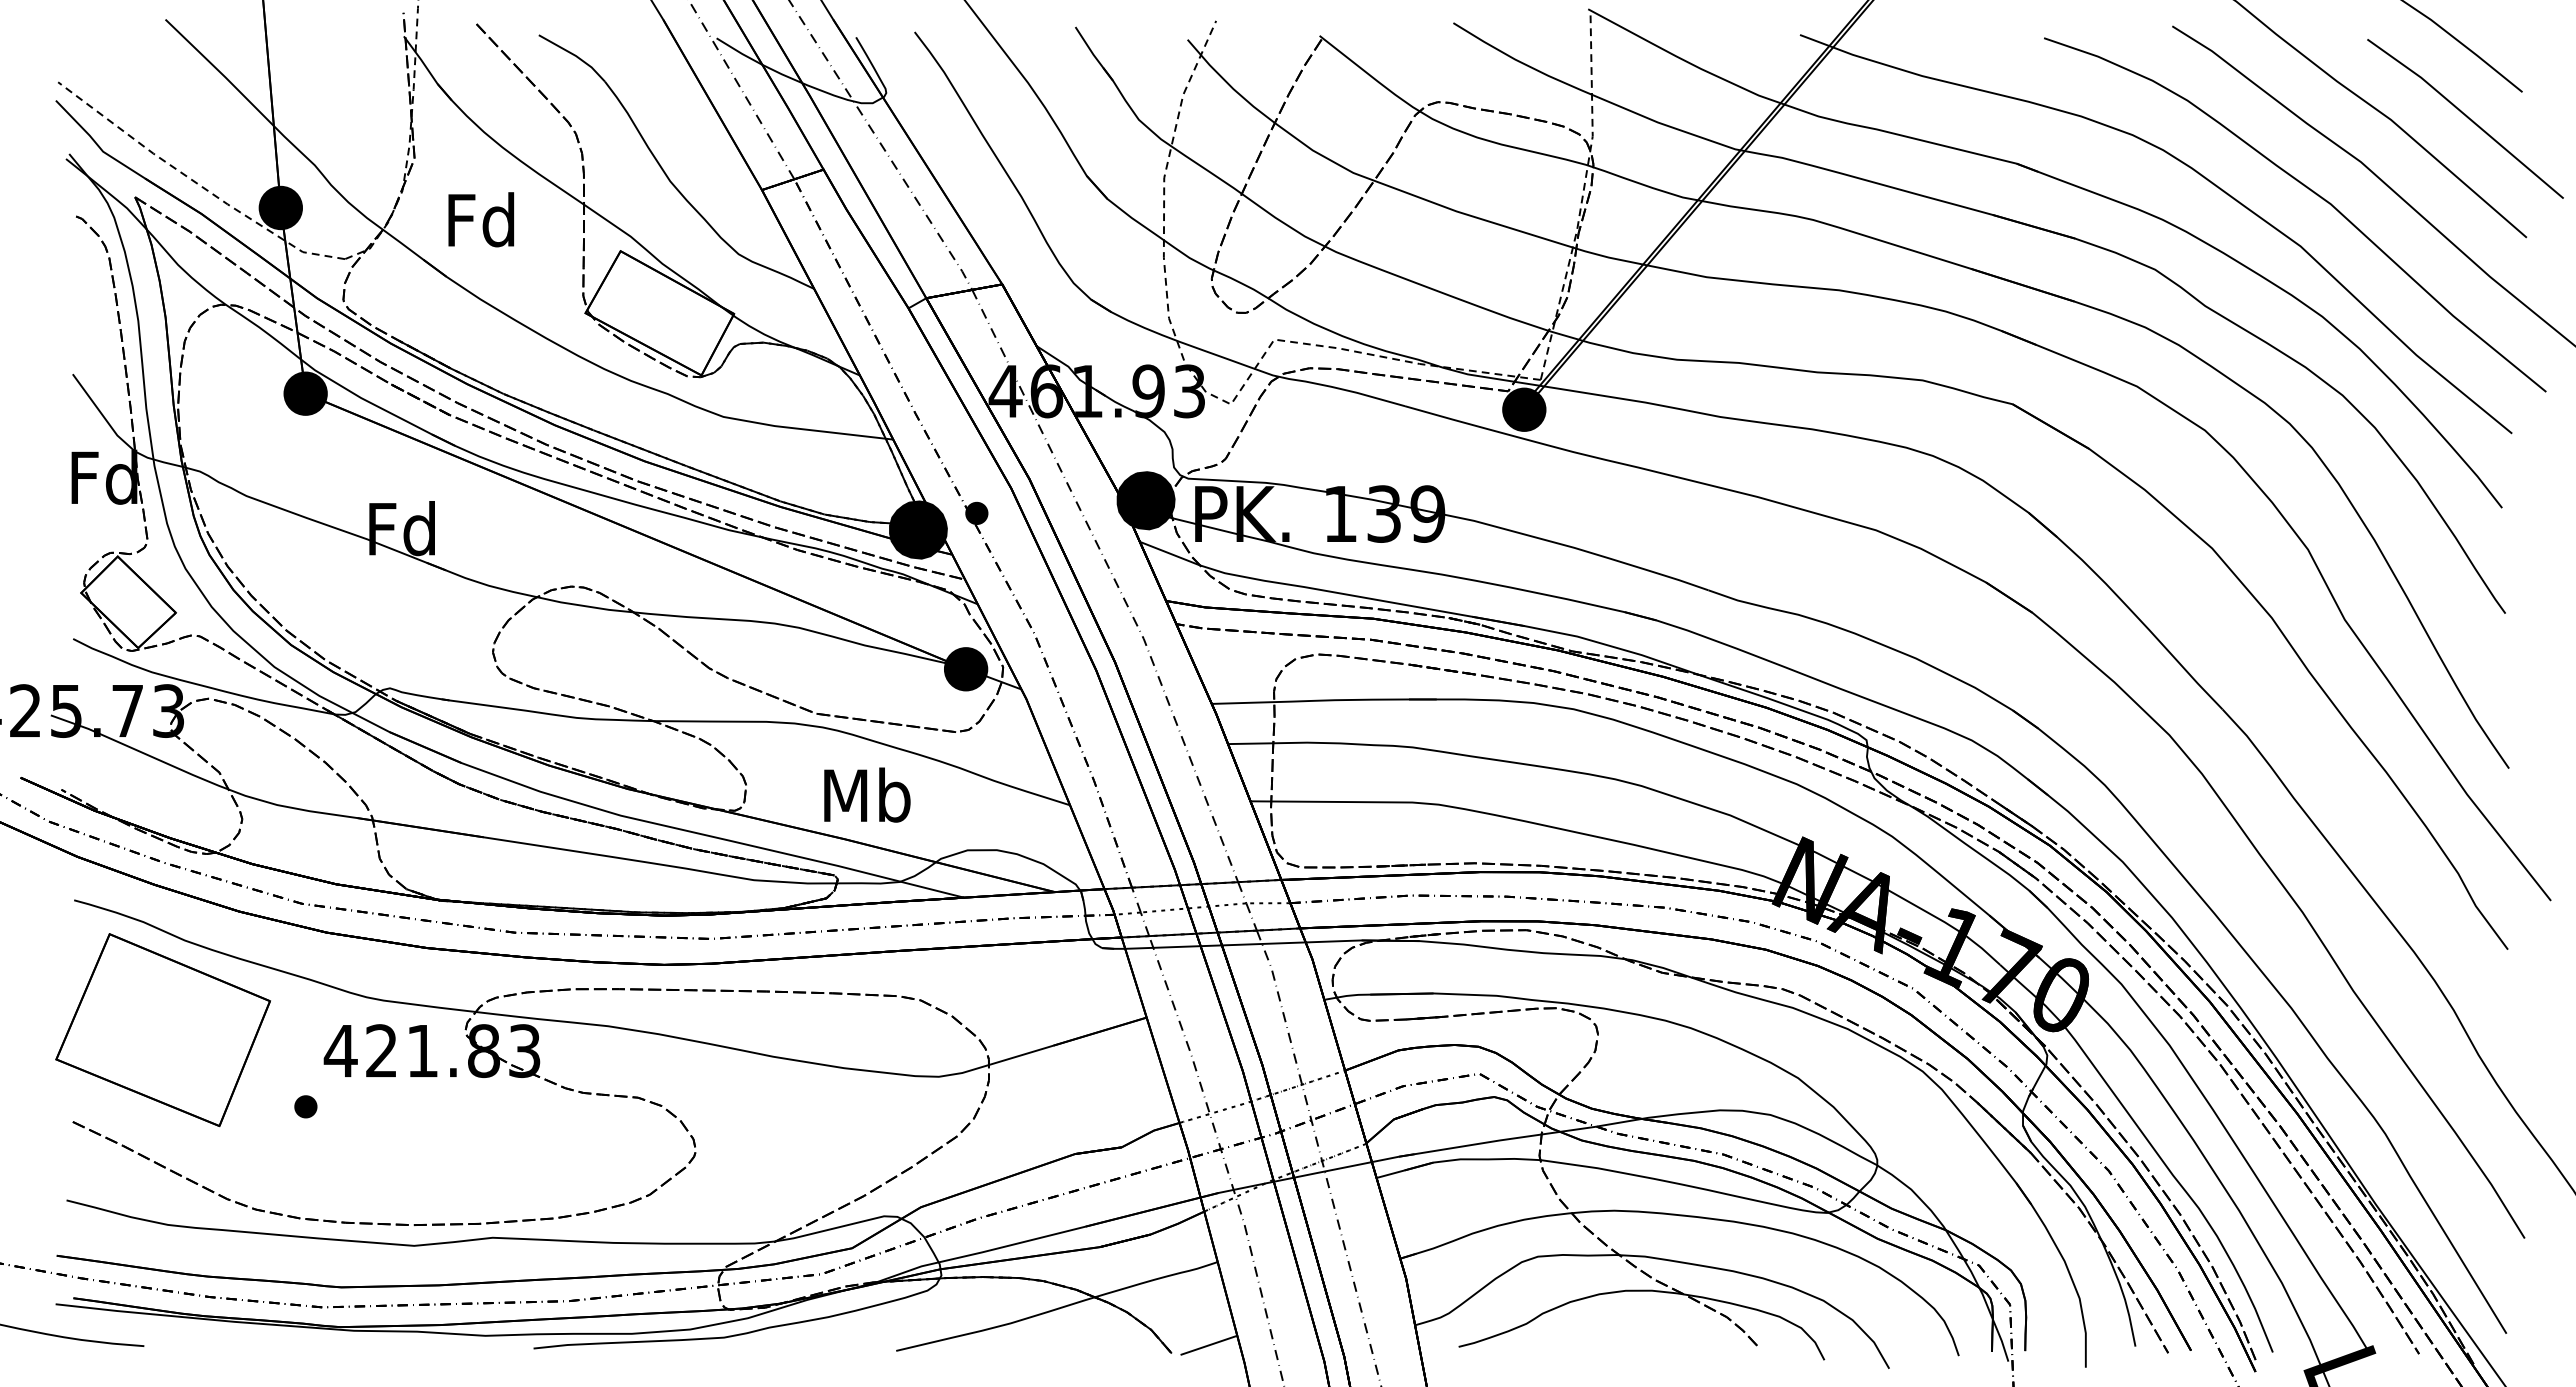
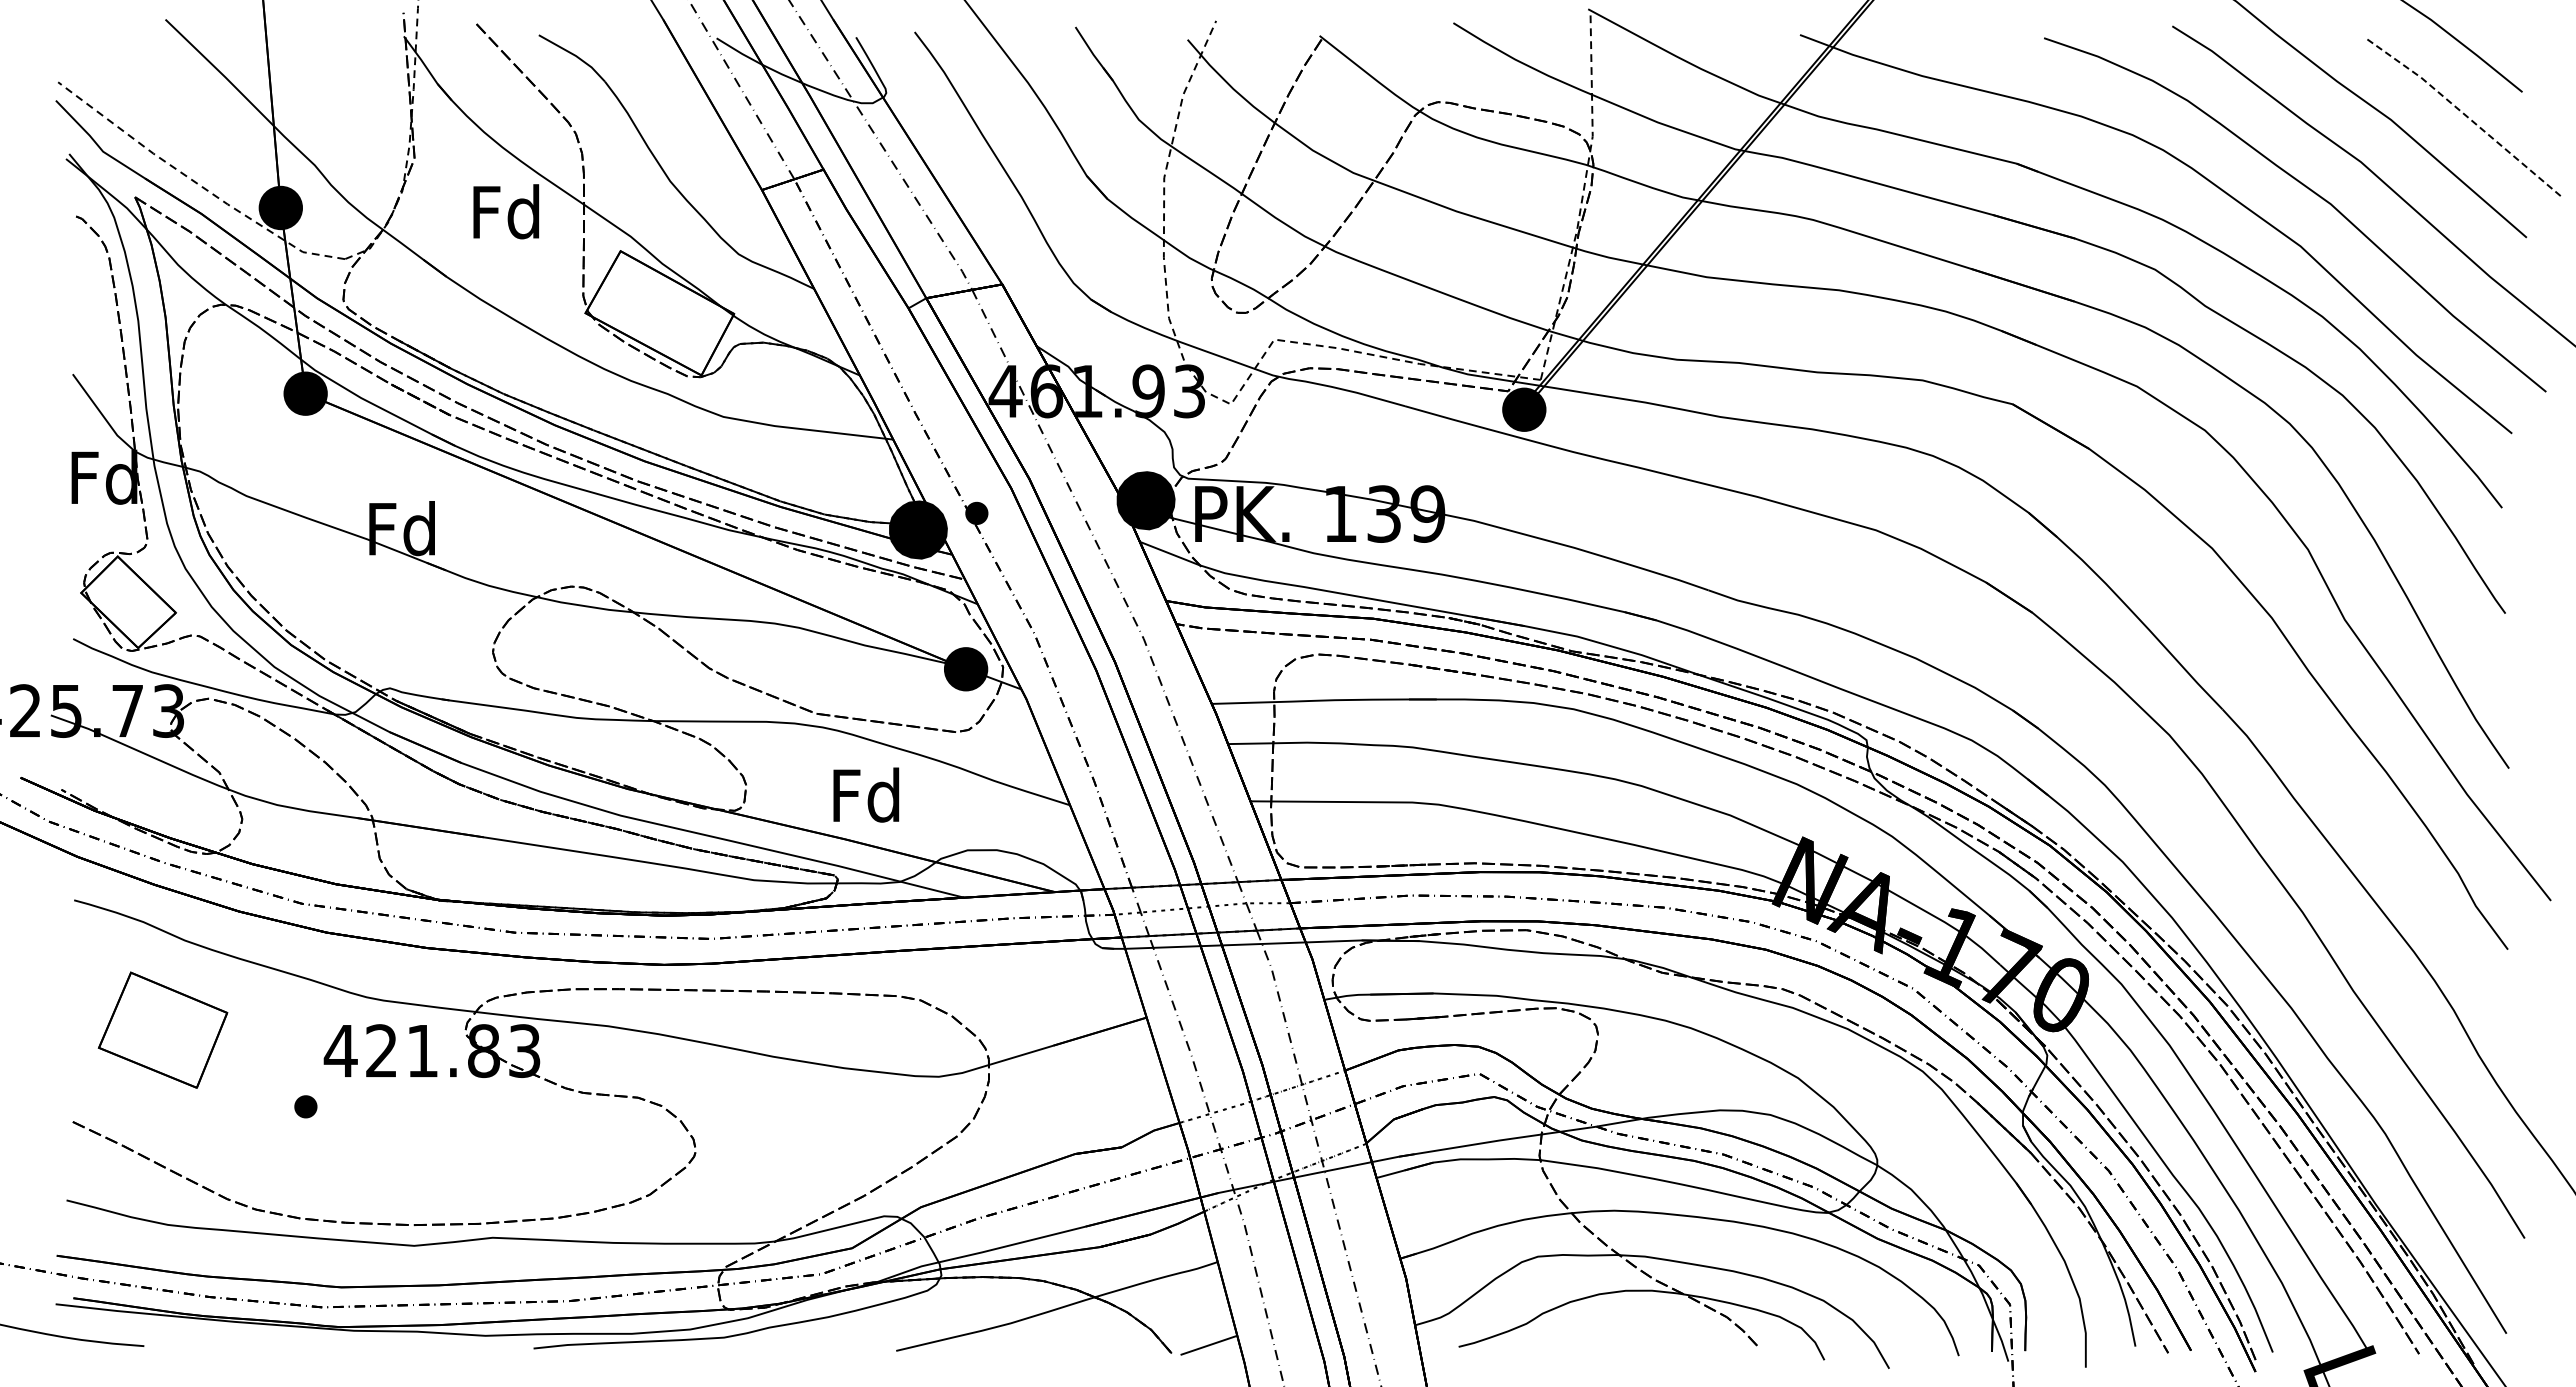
line at (2466, 116): solid -> dashed
text at (481, 219) position: (481, 219) -> (506, 211)
text at (867, 794): Mb -> Fd
part at (162, 1030) size: 216x195 px -> 132x118 px
